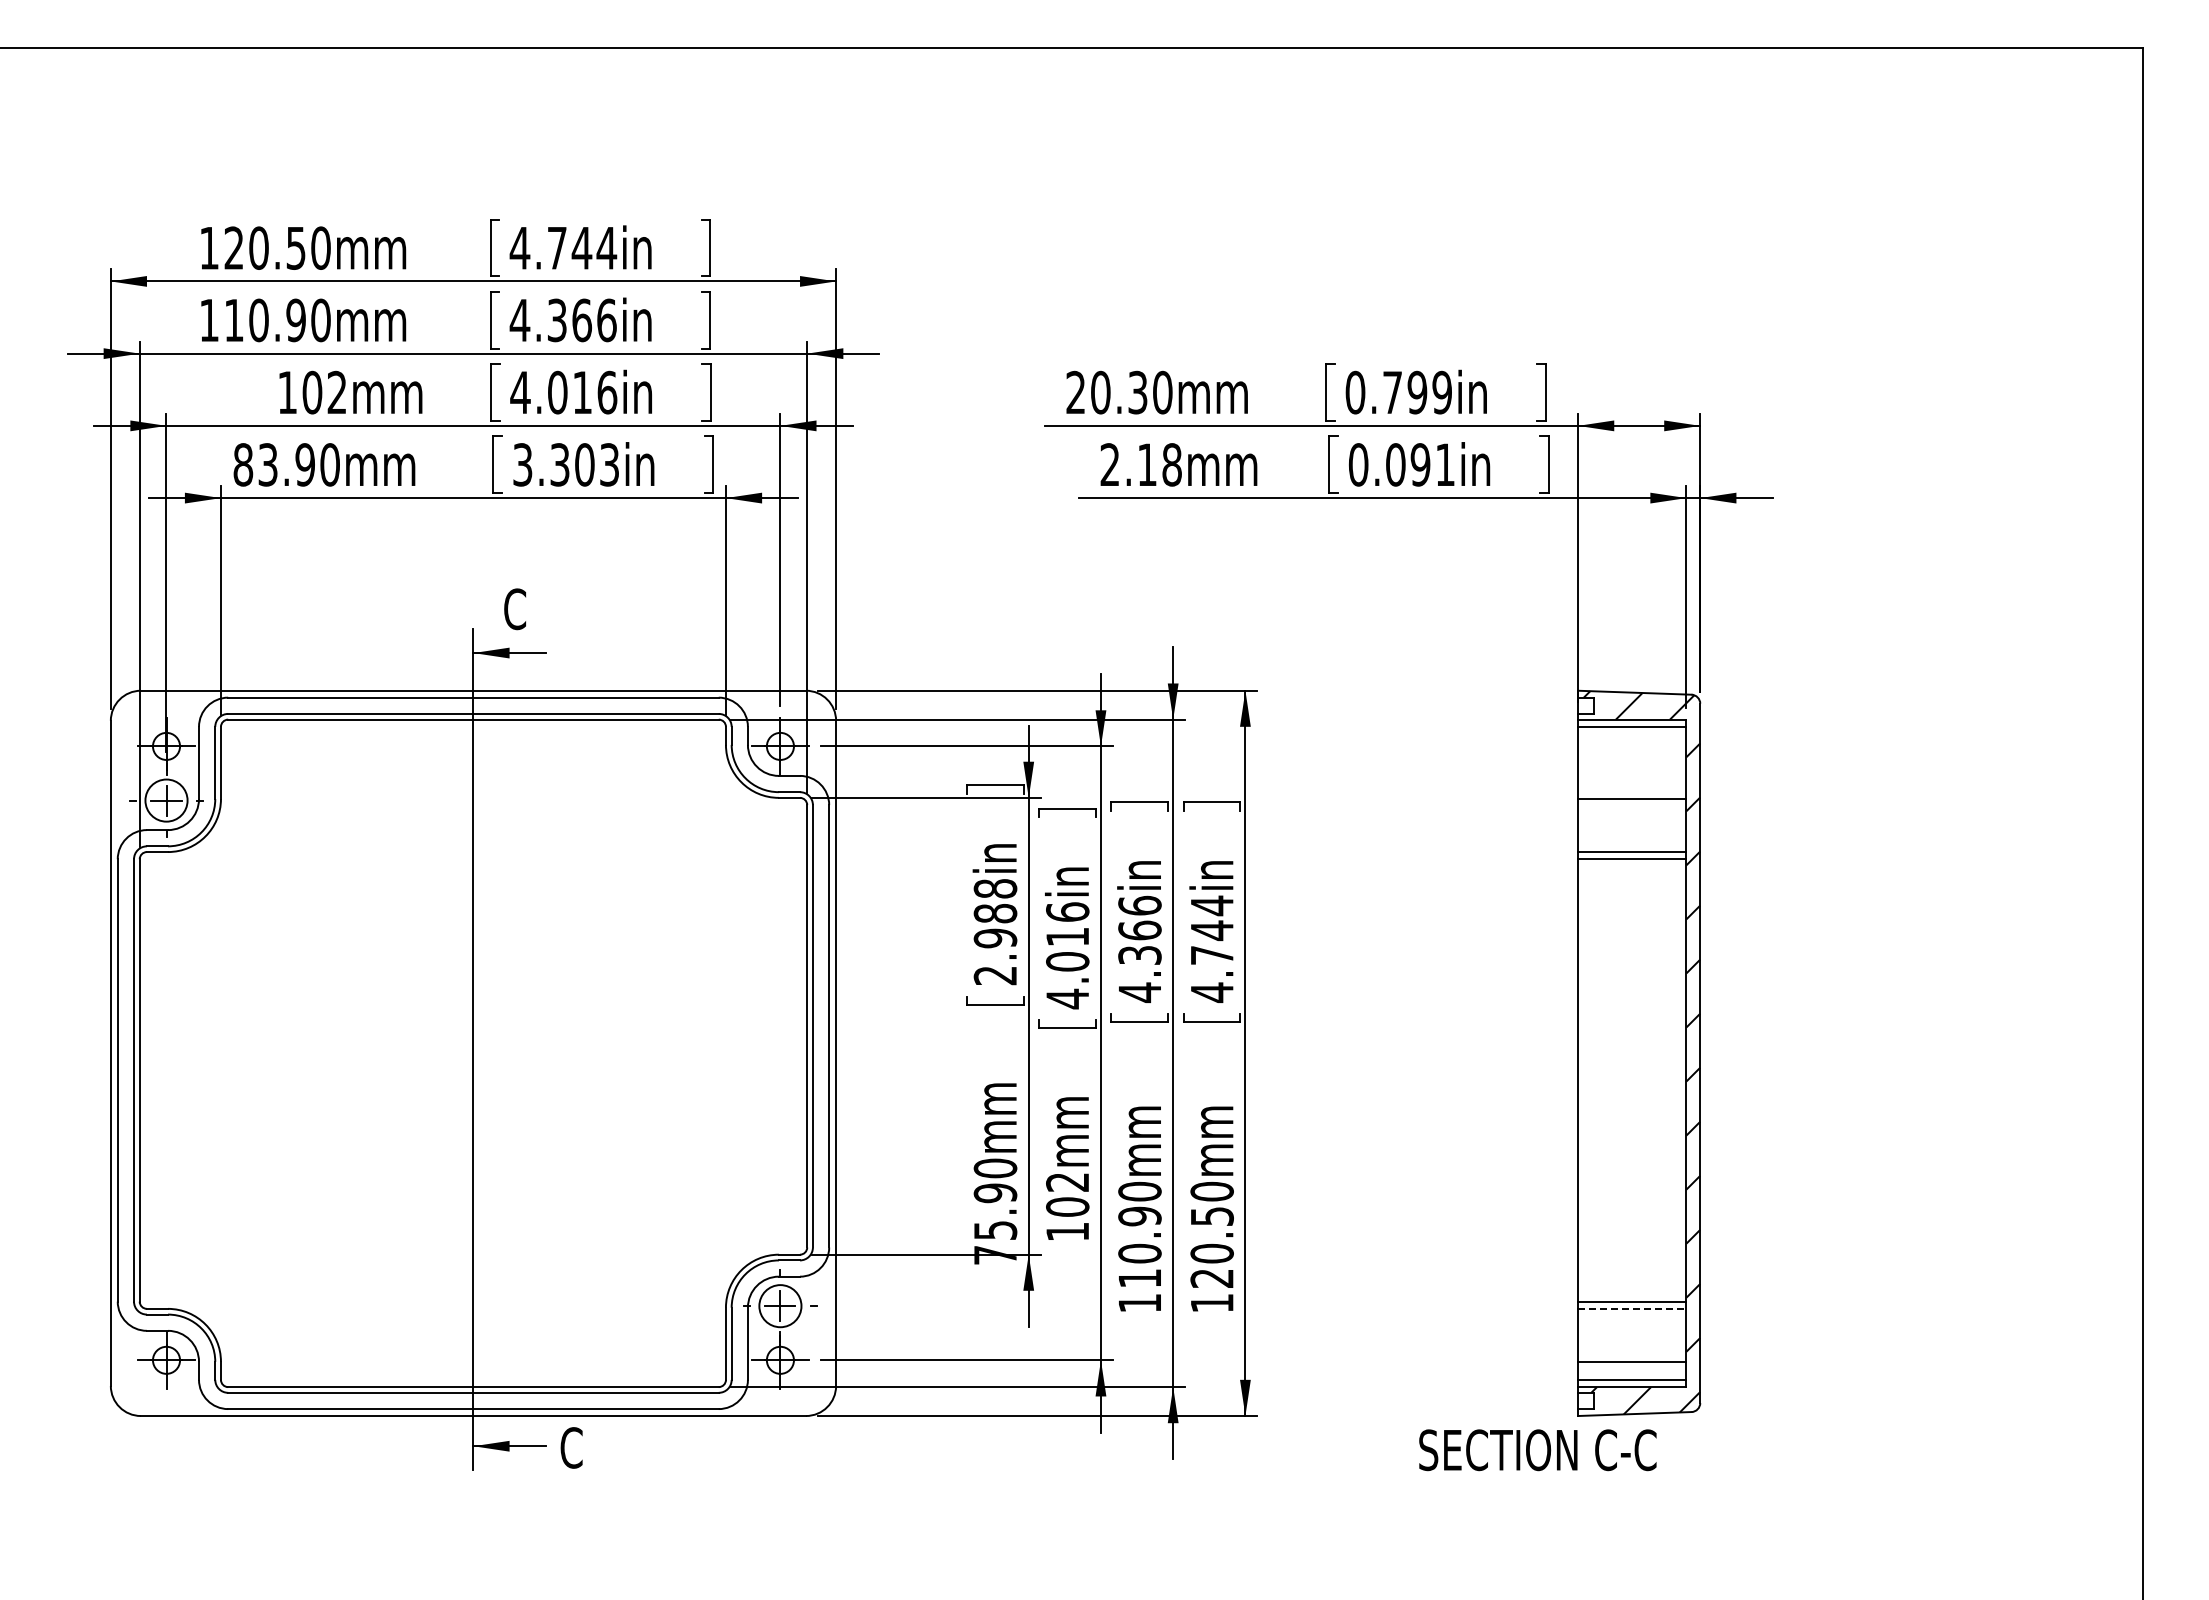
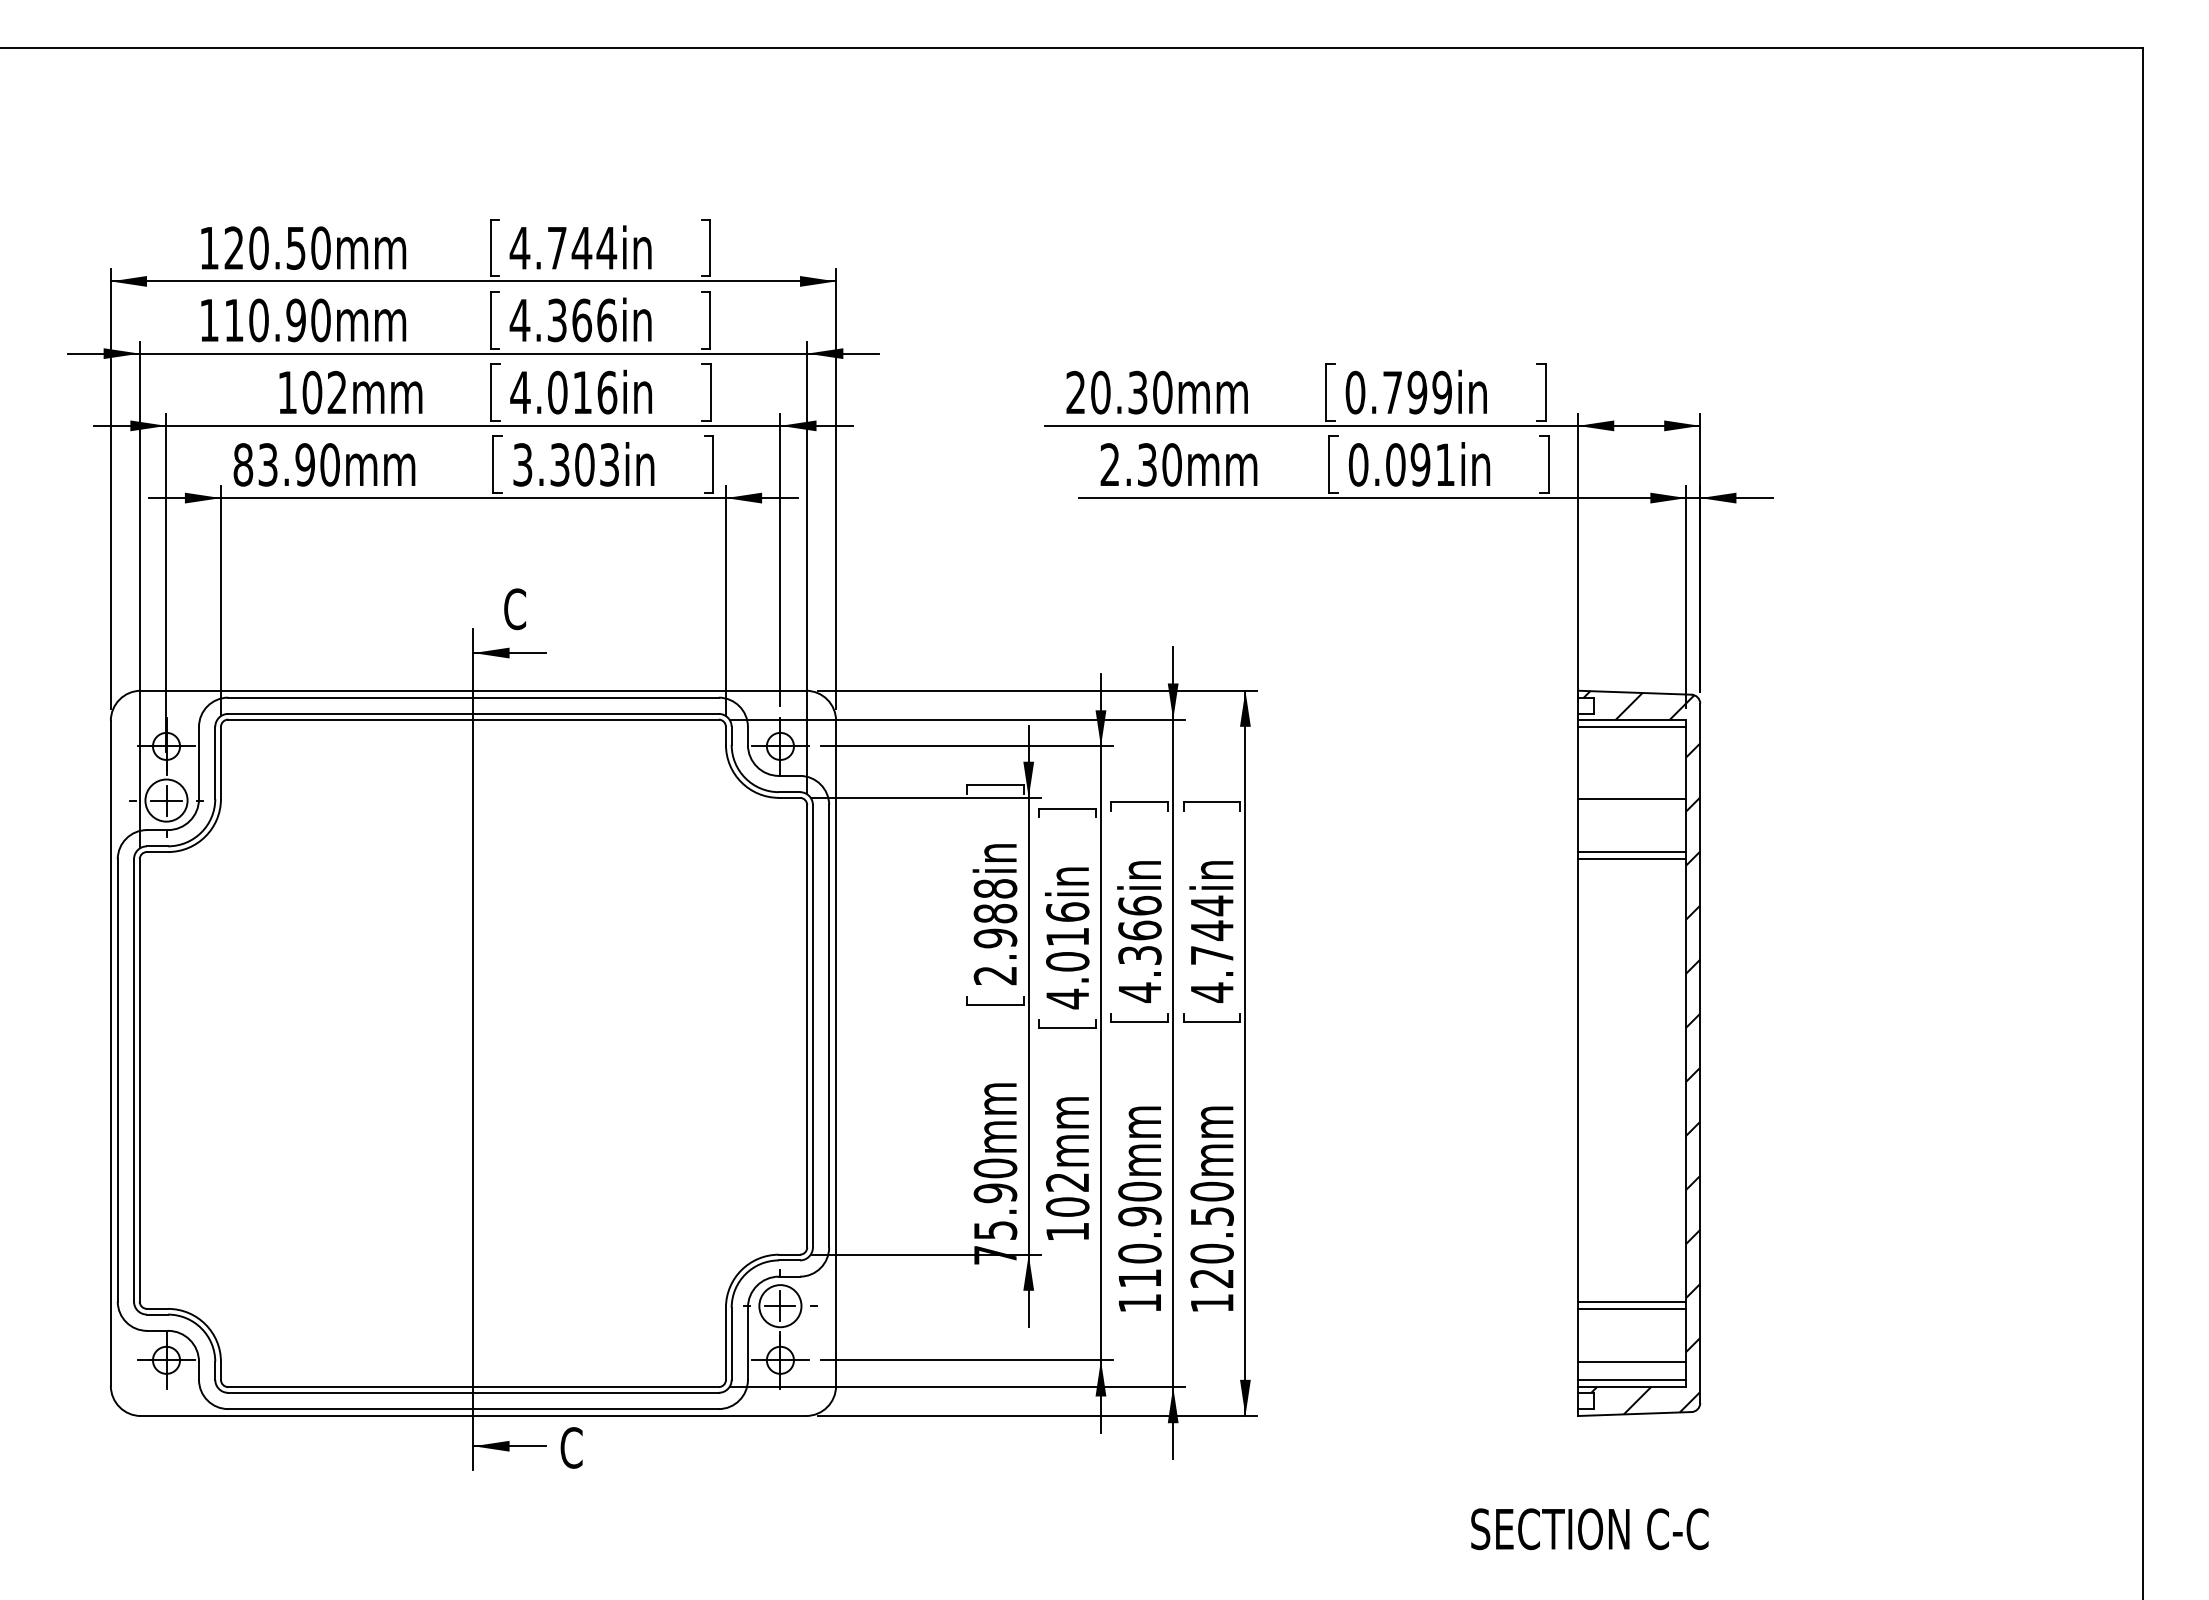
text at (1159, 464): 2.18mm -> 2.30mm
line at (1632, 1308): dashed -> solid
text at (1537, 1450) position: (1537, 1450) -> (1589, 1529)
